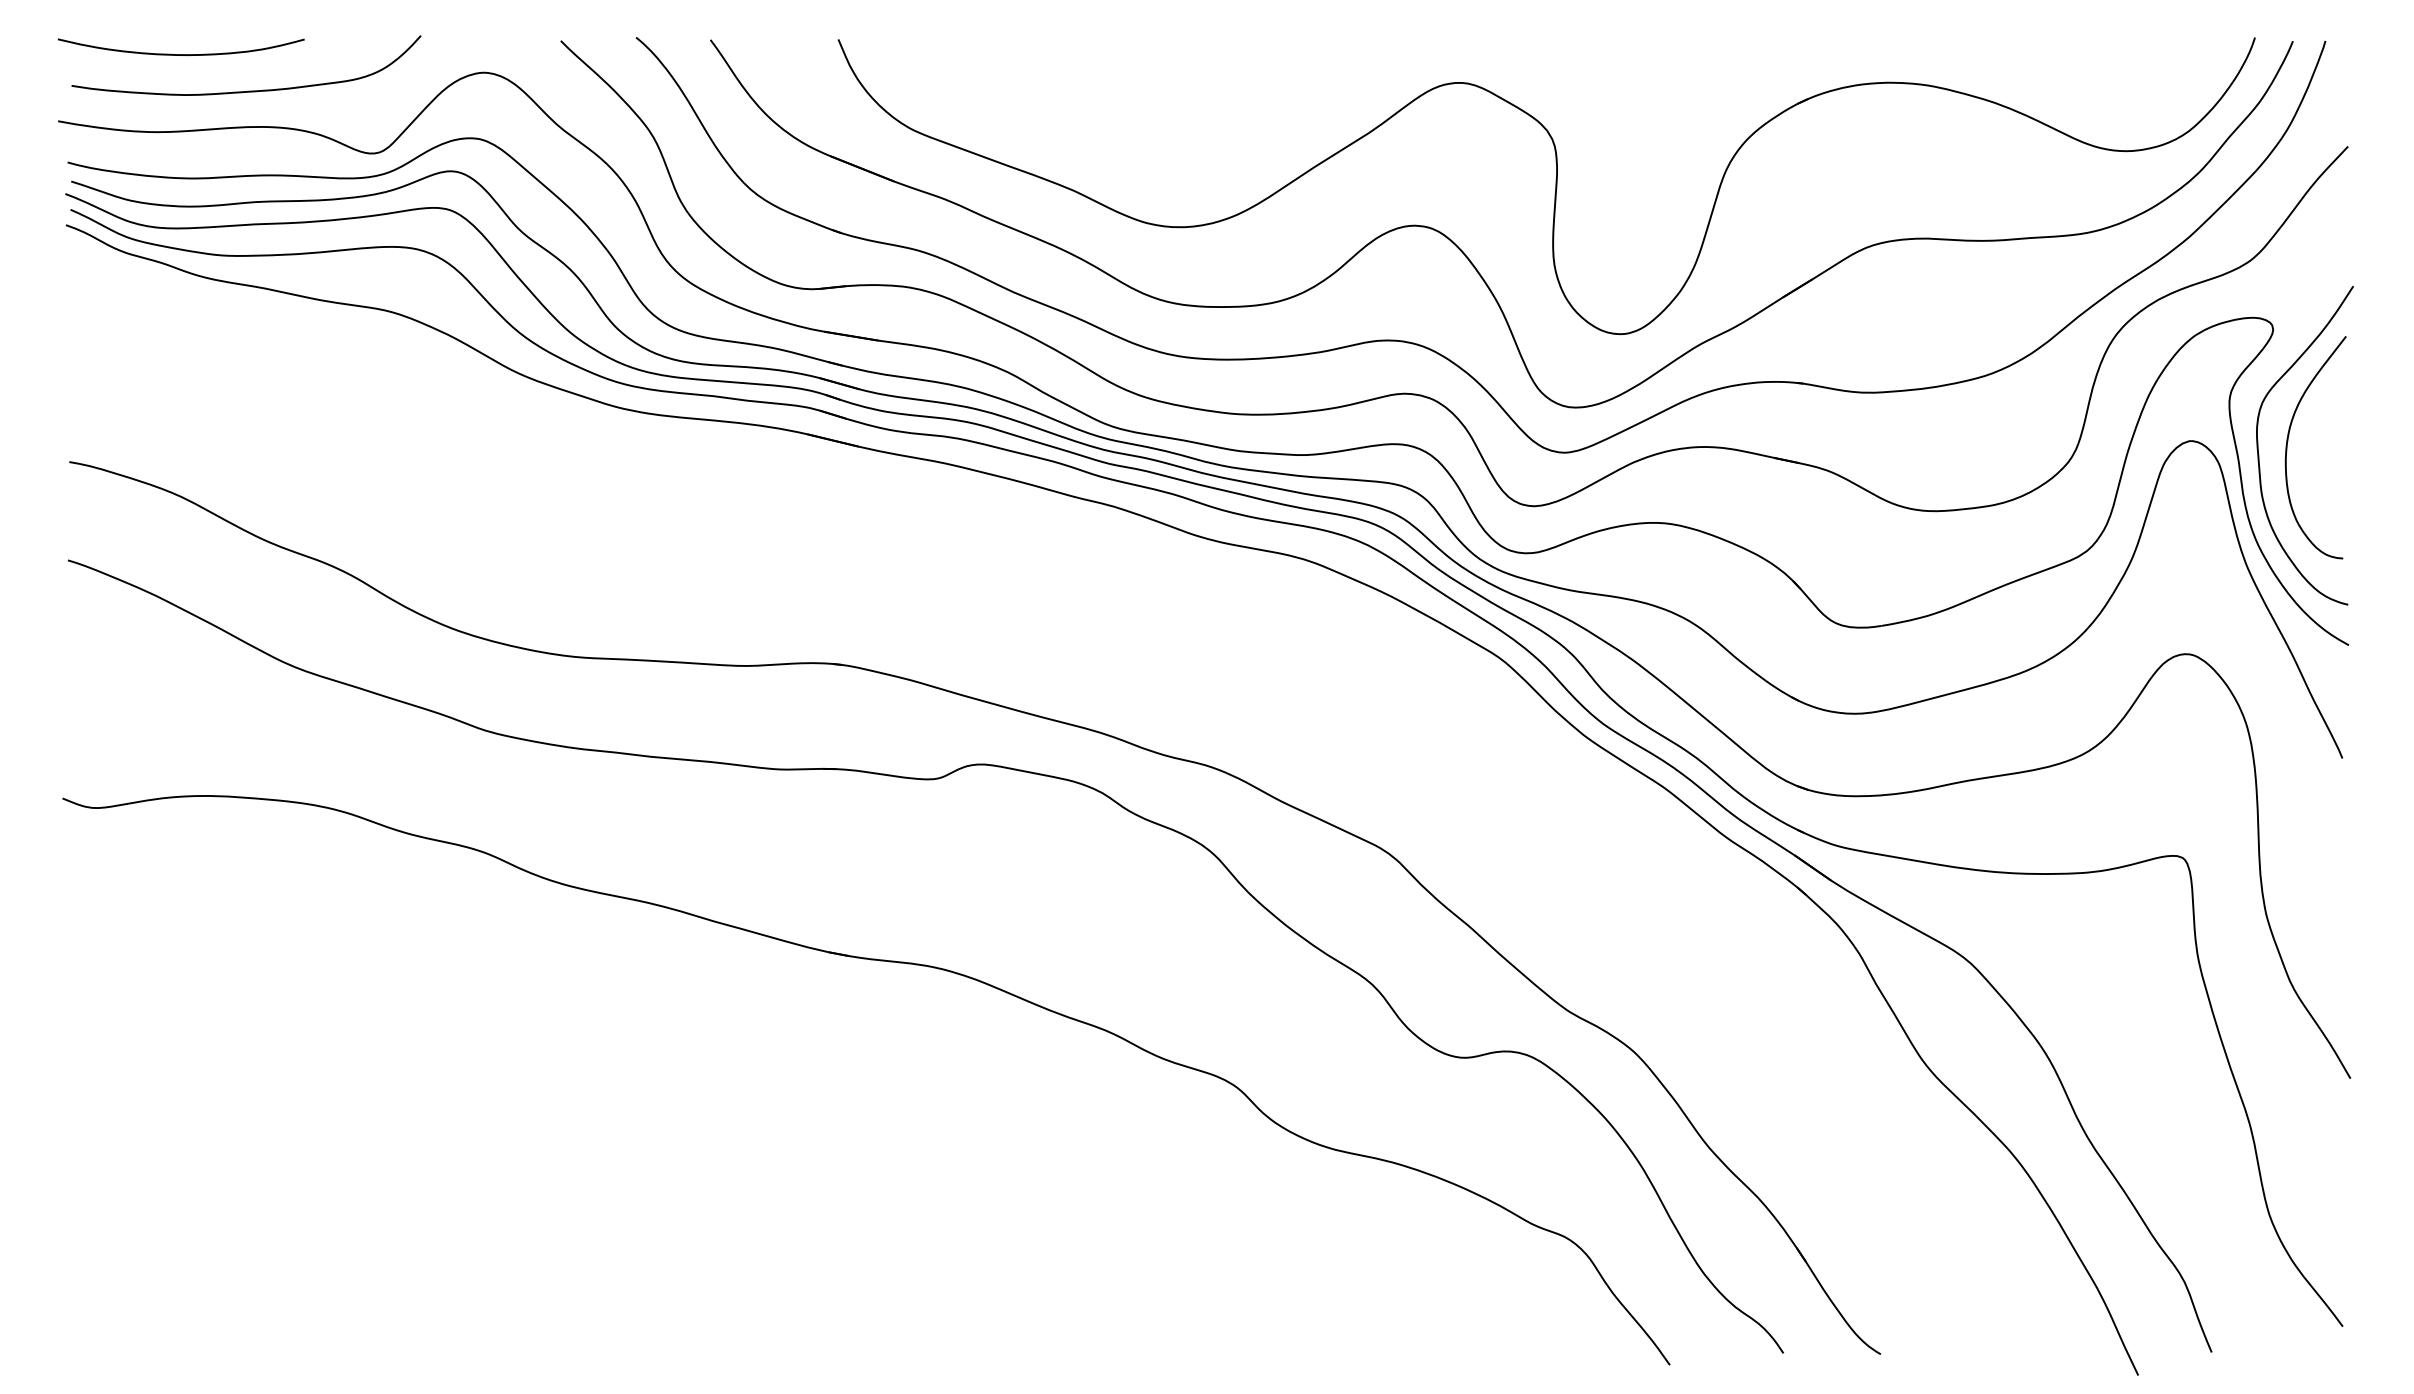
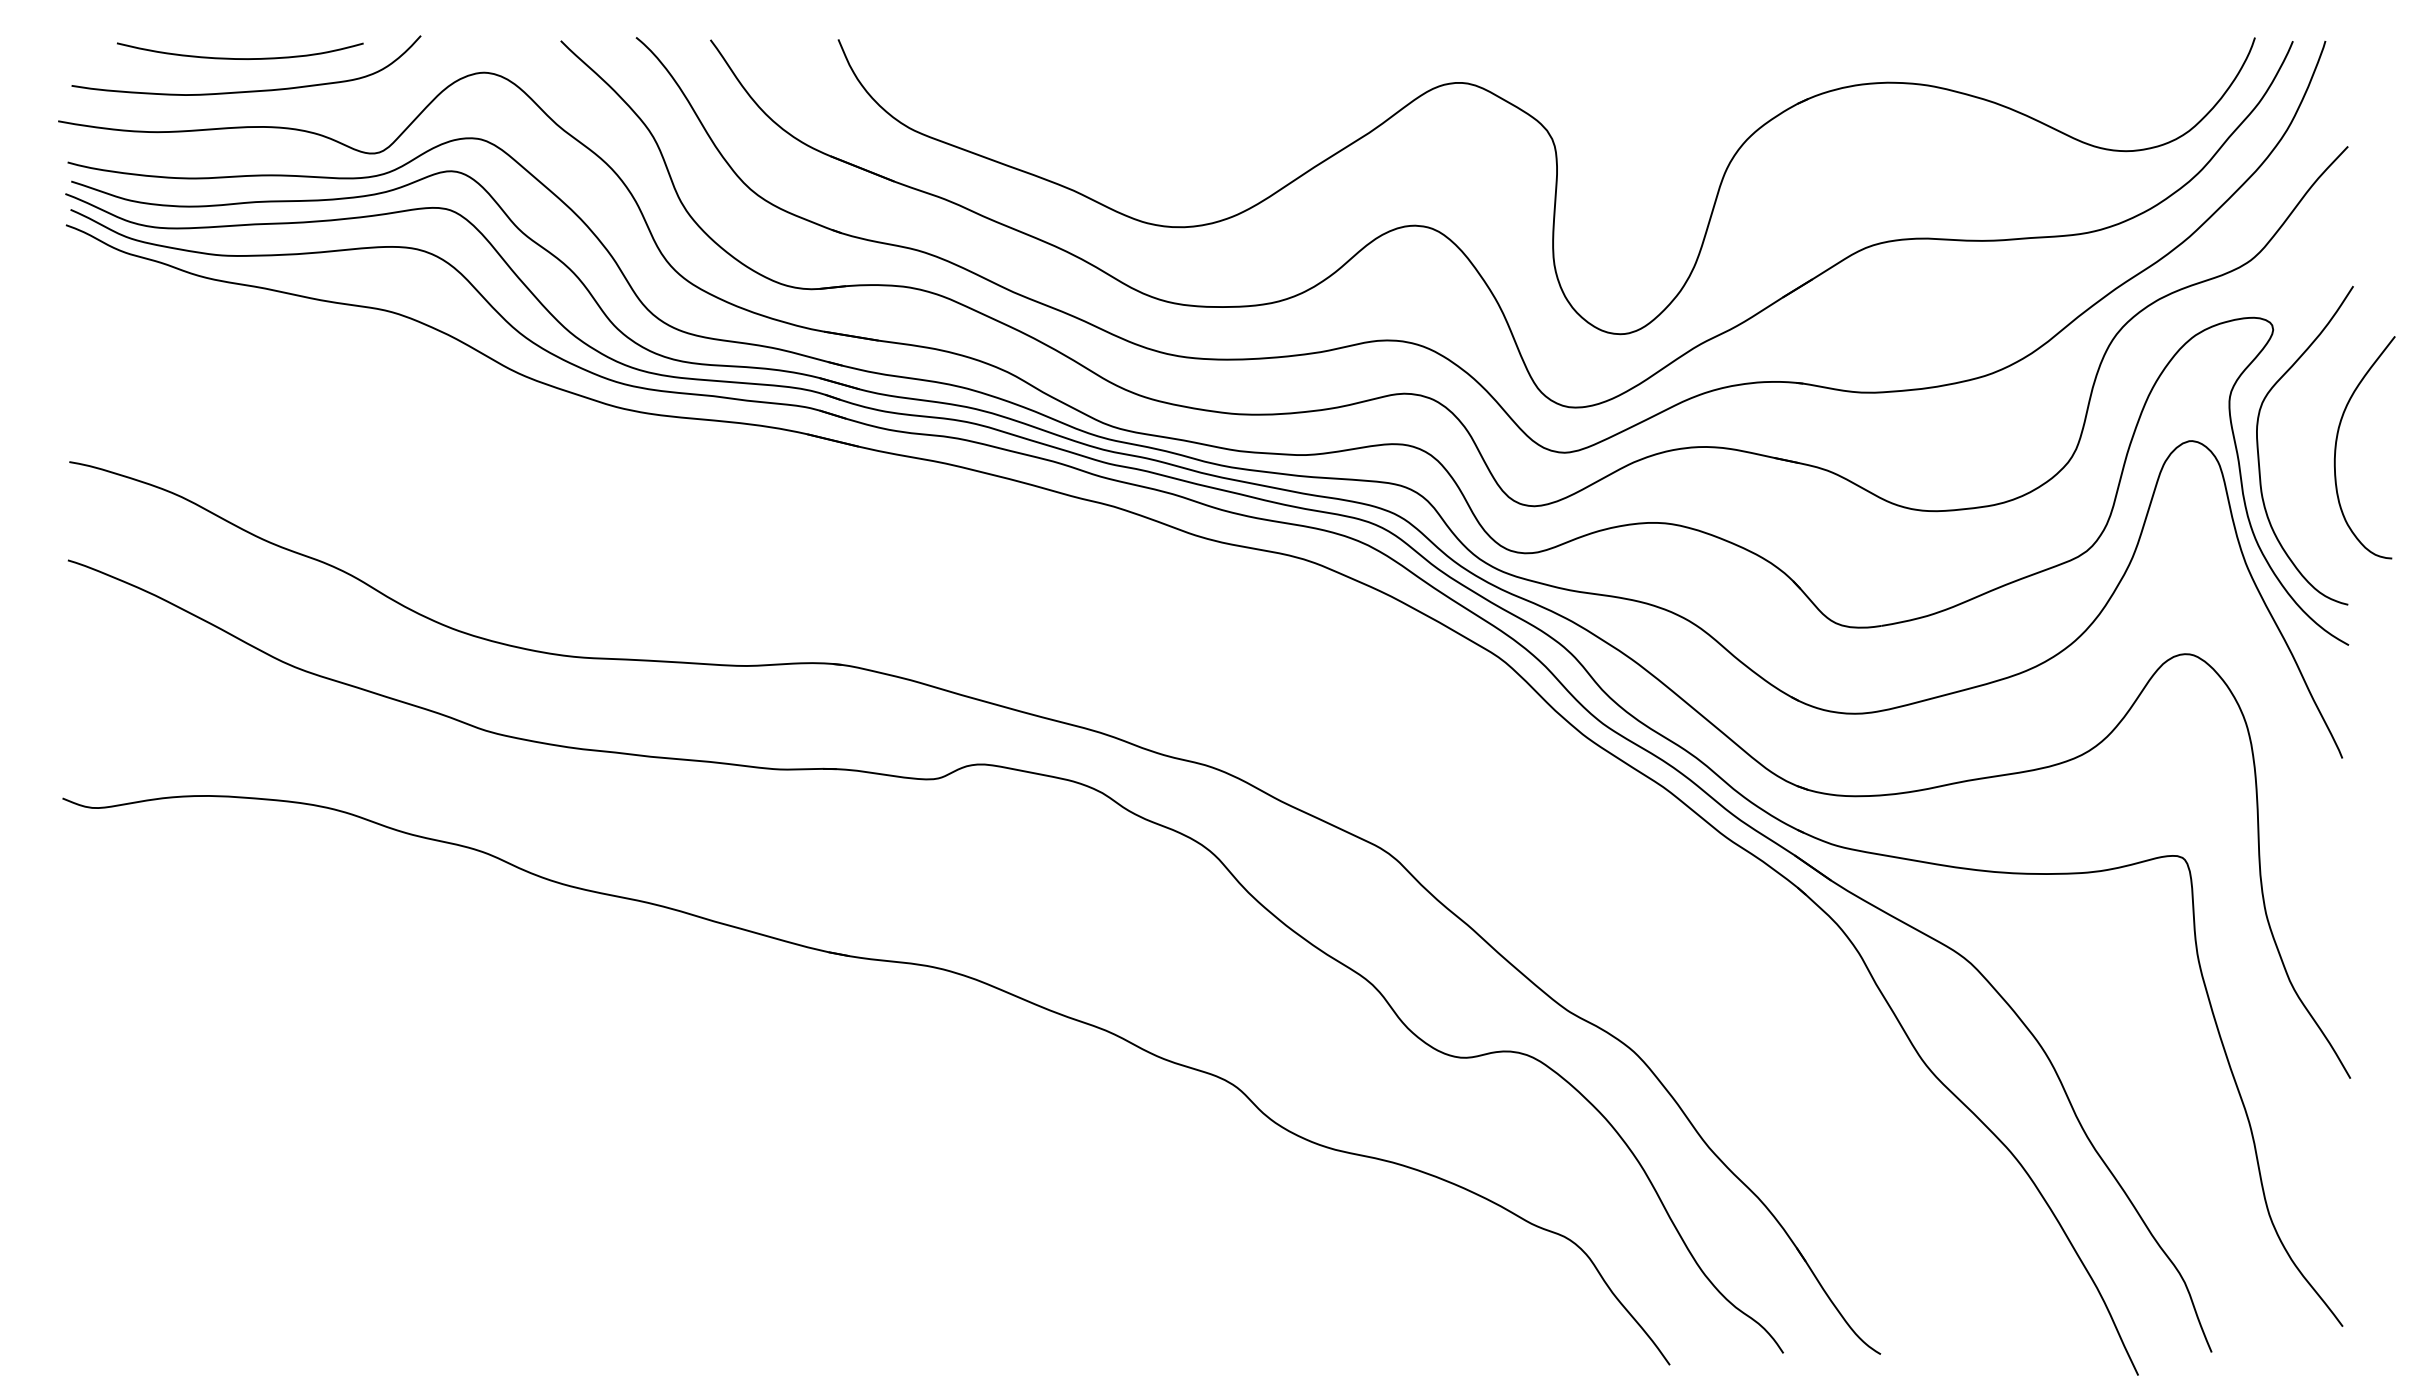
curve at (181, 54) position: (181, 54) -> (240, 58)
curve at (2288, 441) position: (2288, 441) -> (2337, 441)
